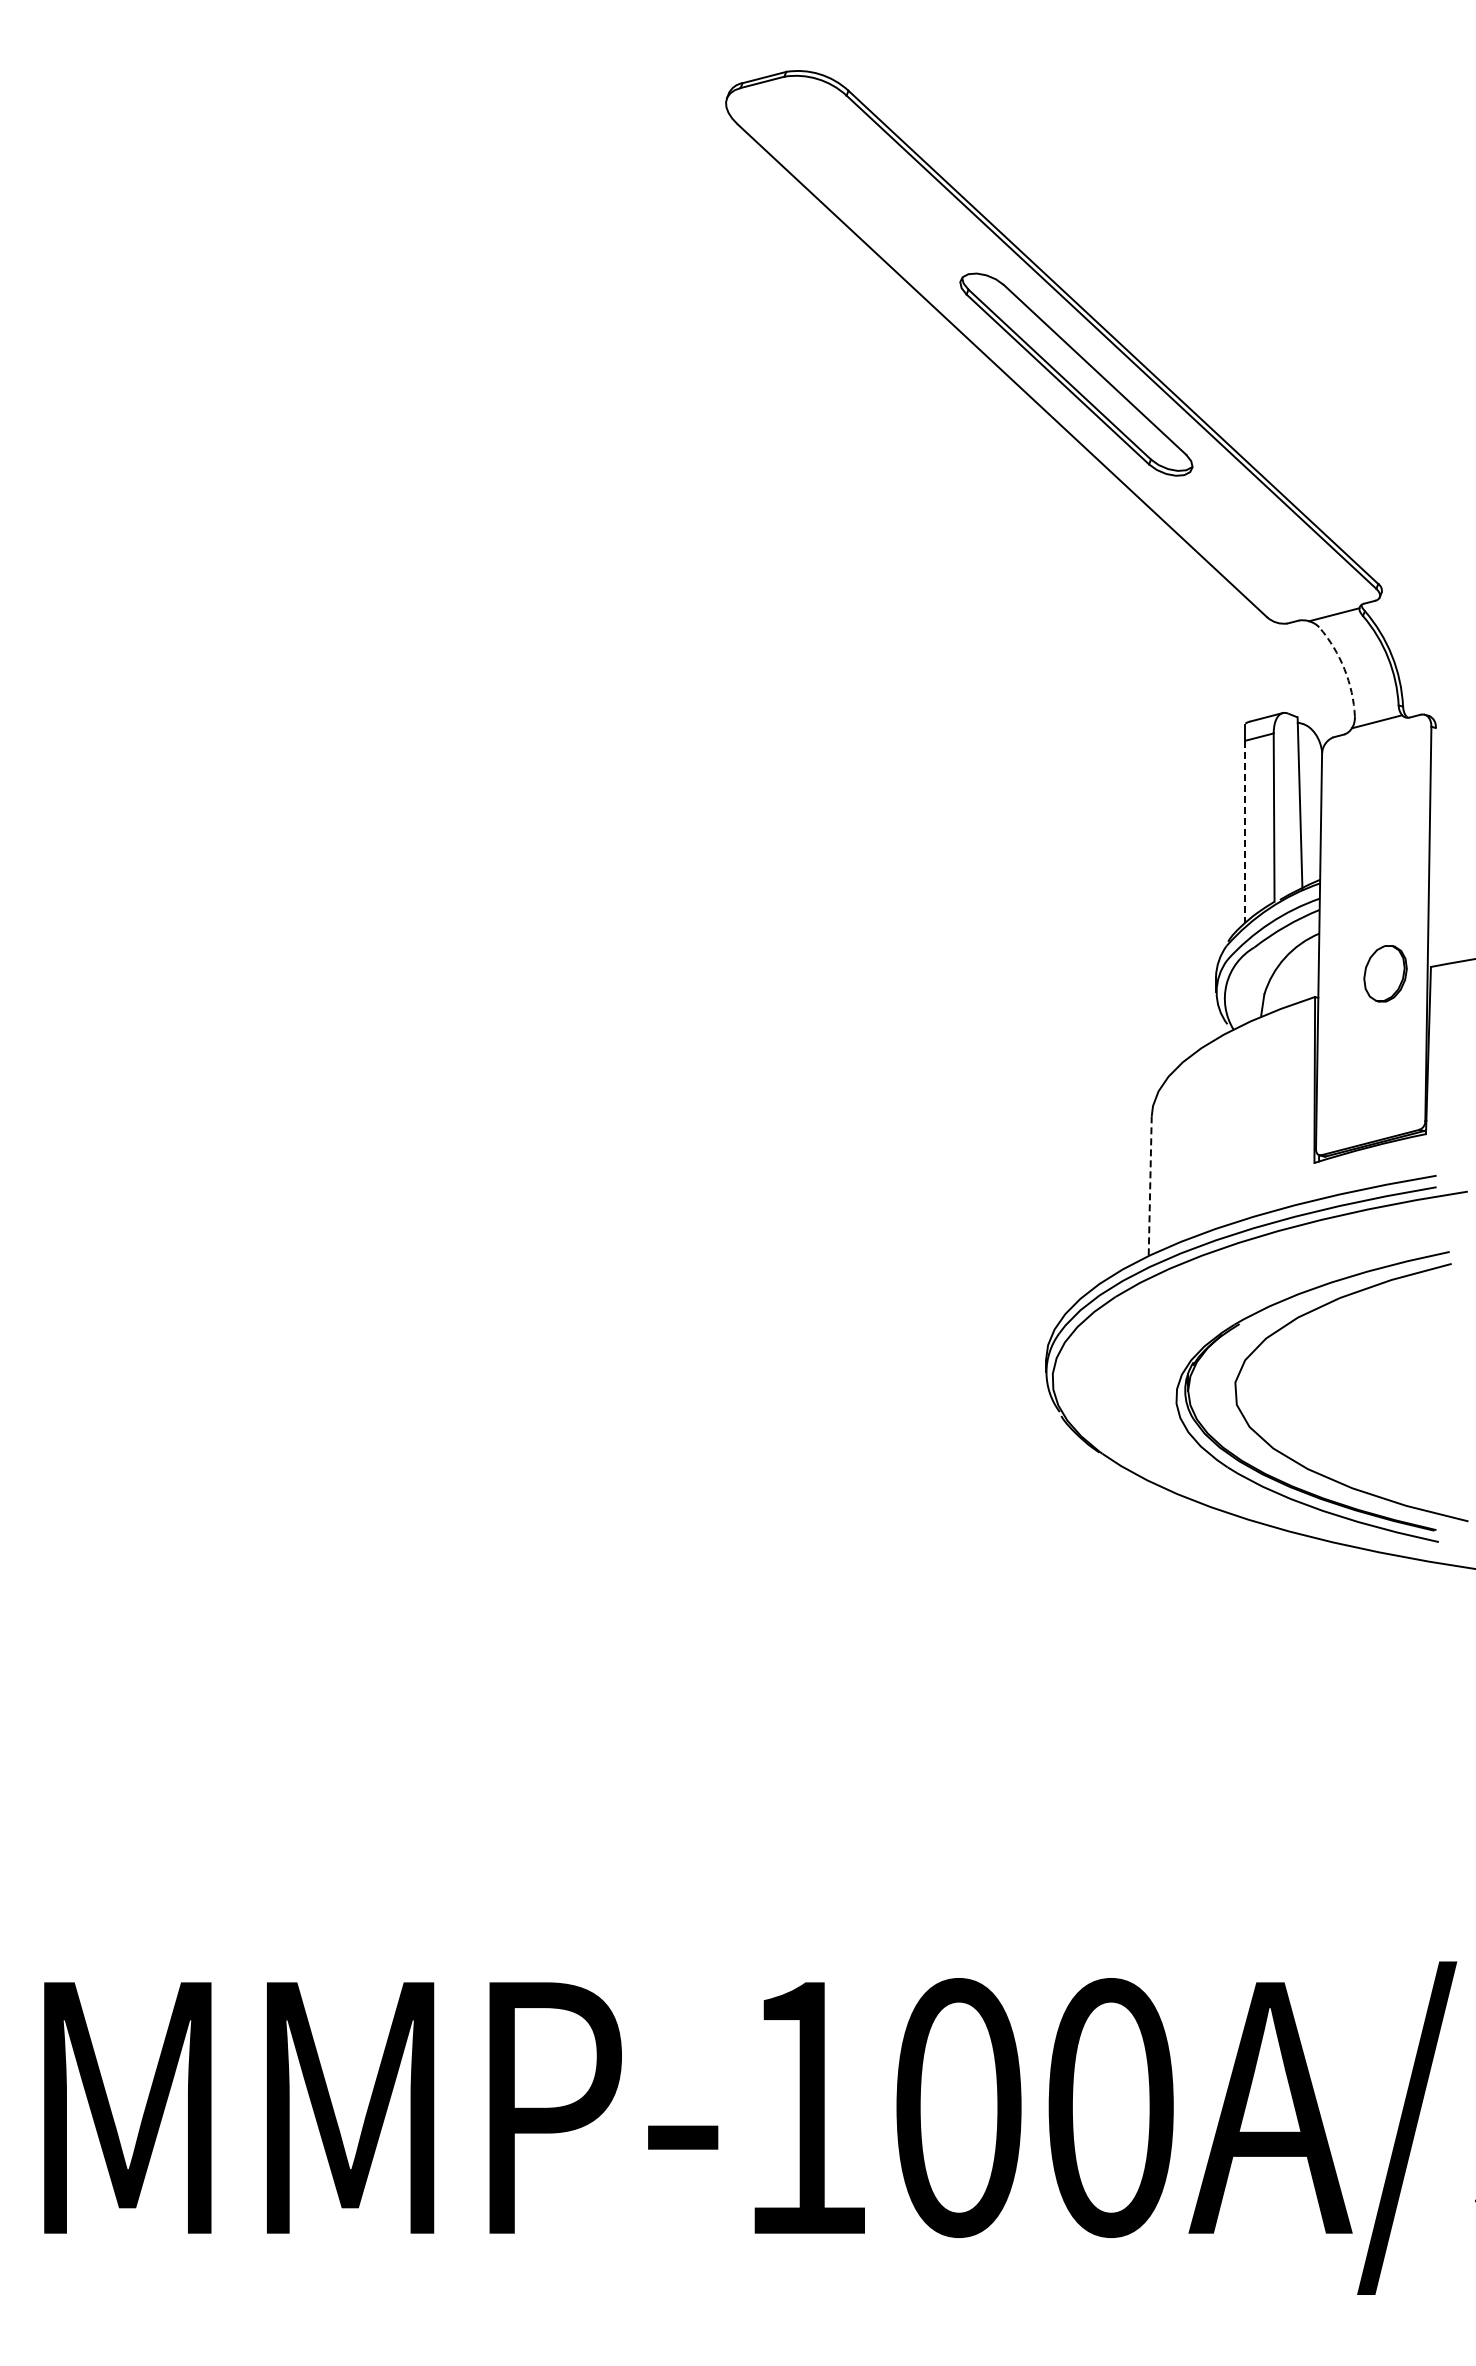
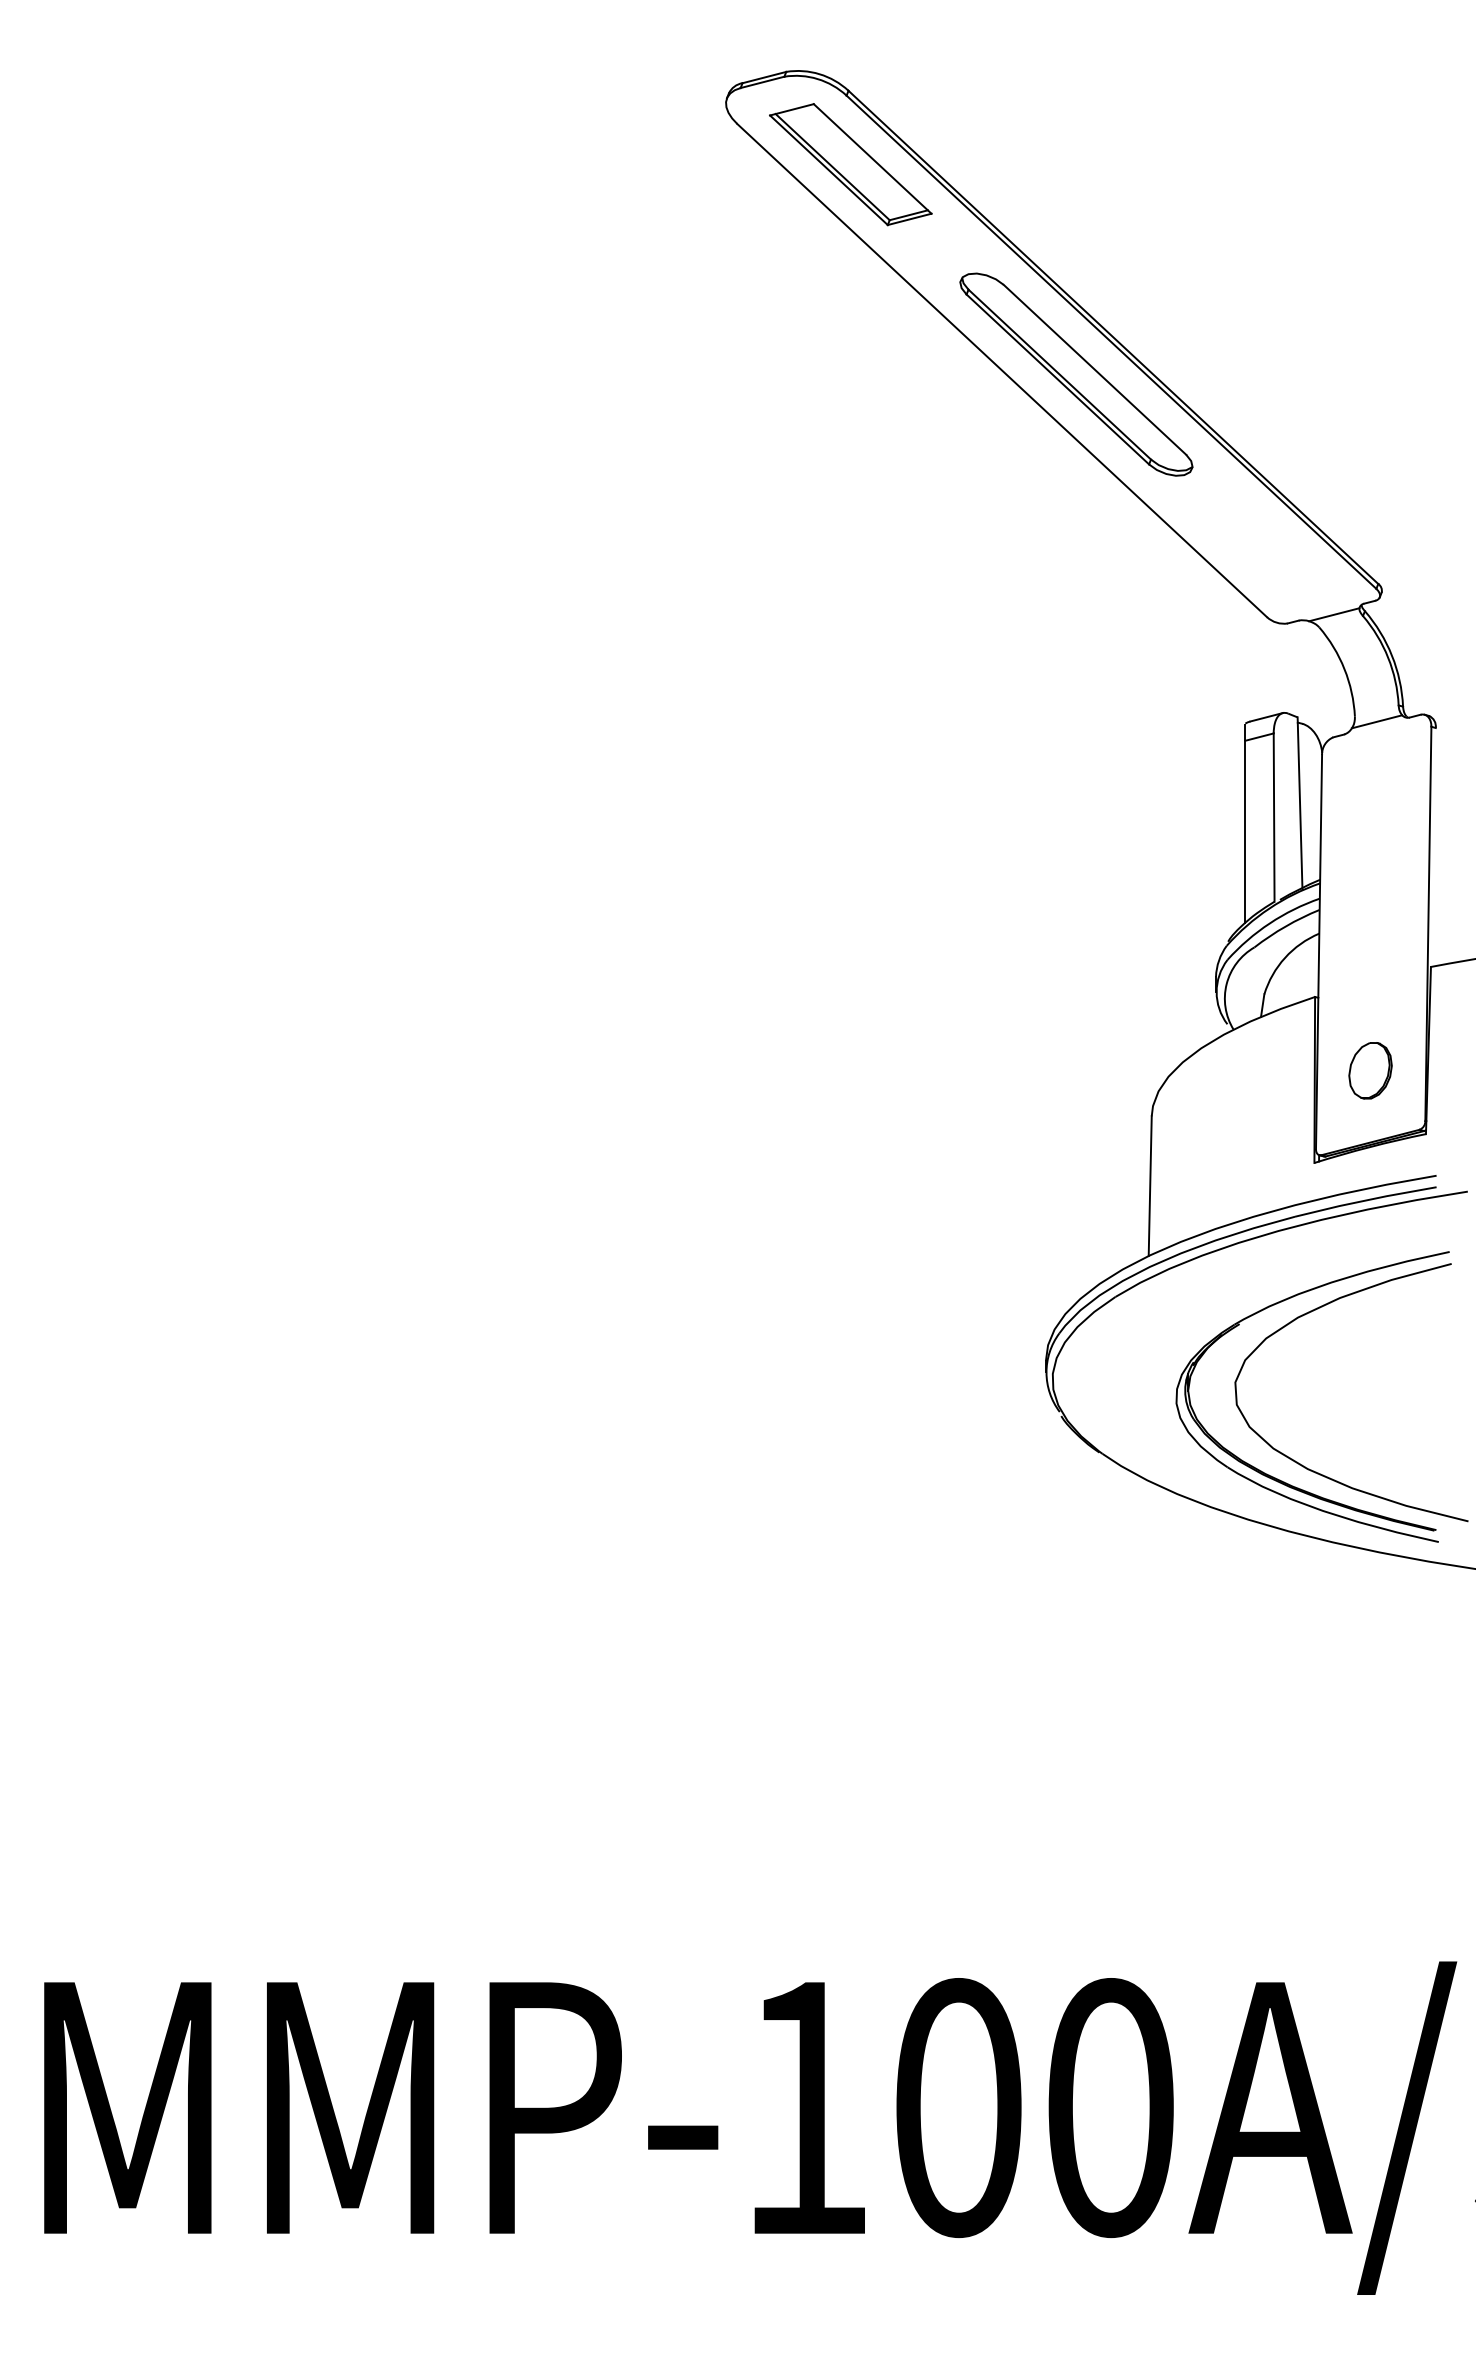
part at (850, 164): none -> present
arc at (1344, 669): dashed -> solid
line at (1245, 832): dashed -> solid
part at (1385, 973) position: (1385, 973) -> (1370, 1070)
line at (1150, 1186): dashed -> solid
